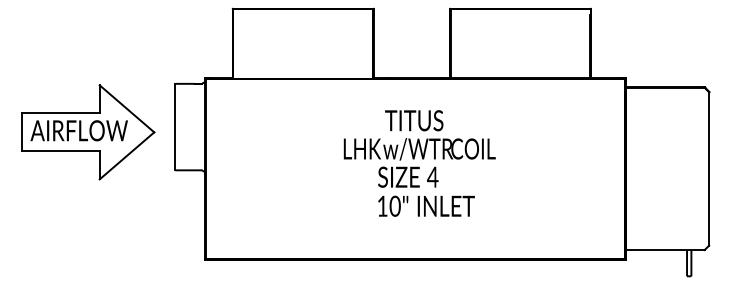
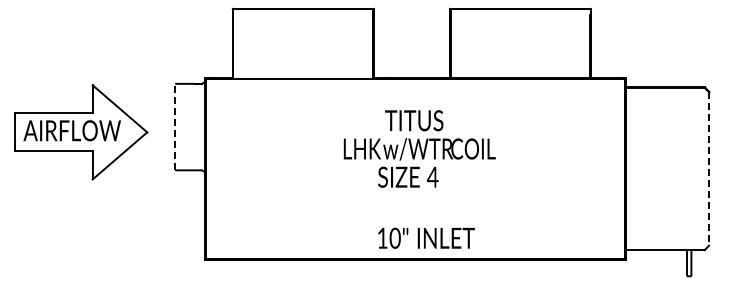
line at (175, 126): solid -> dashed
part at (88, 132) position: (88, 132) -> (81, 132)
line at (709, 168): solid -> dashed
text at (426, 205) position: (426, 205) -> (426, 237)
